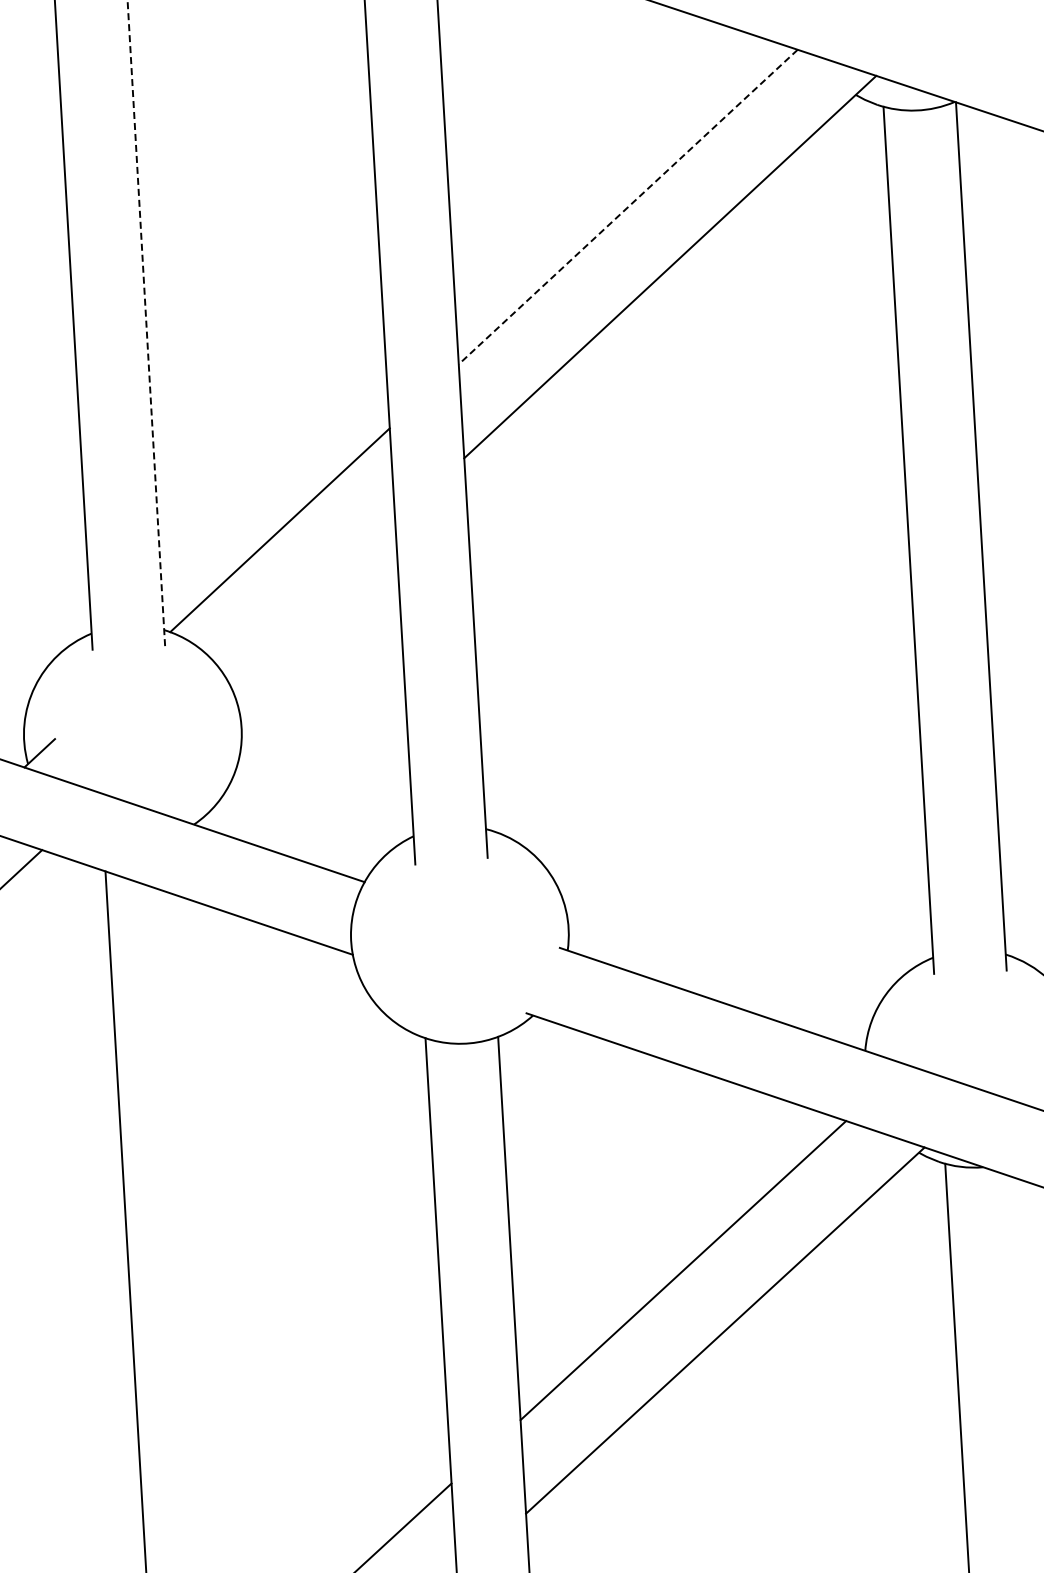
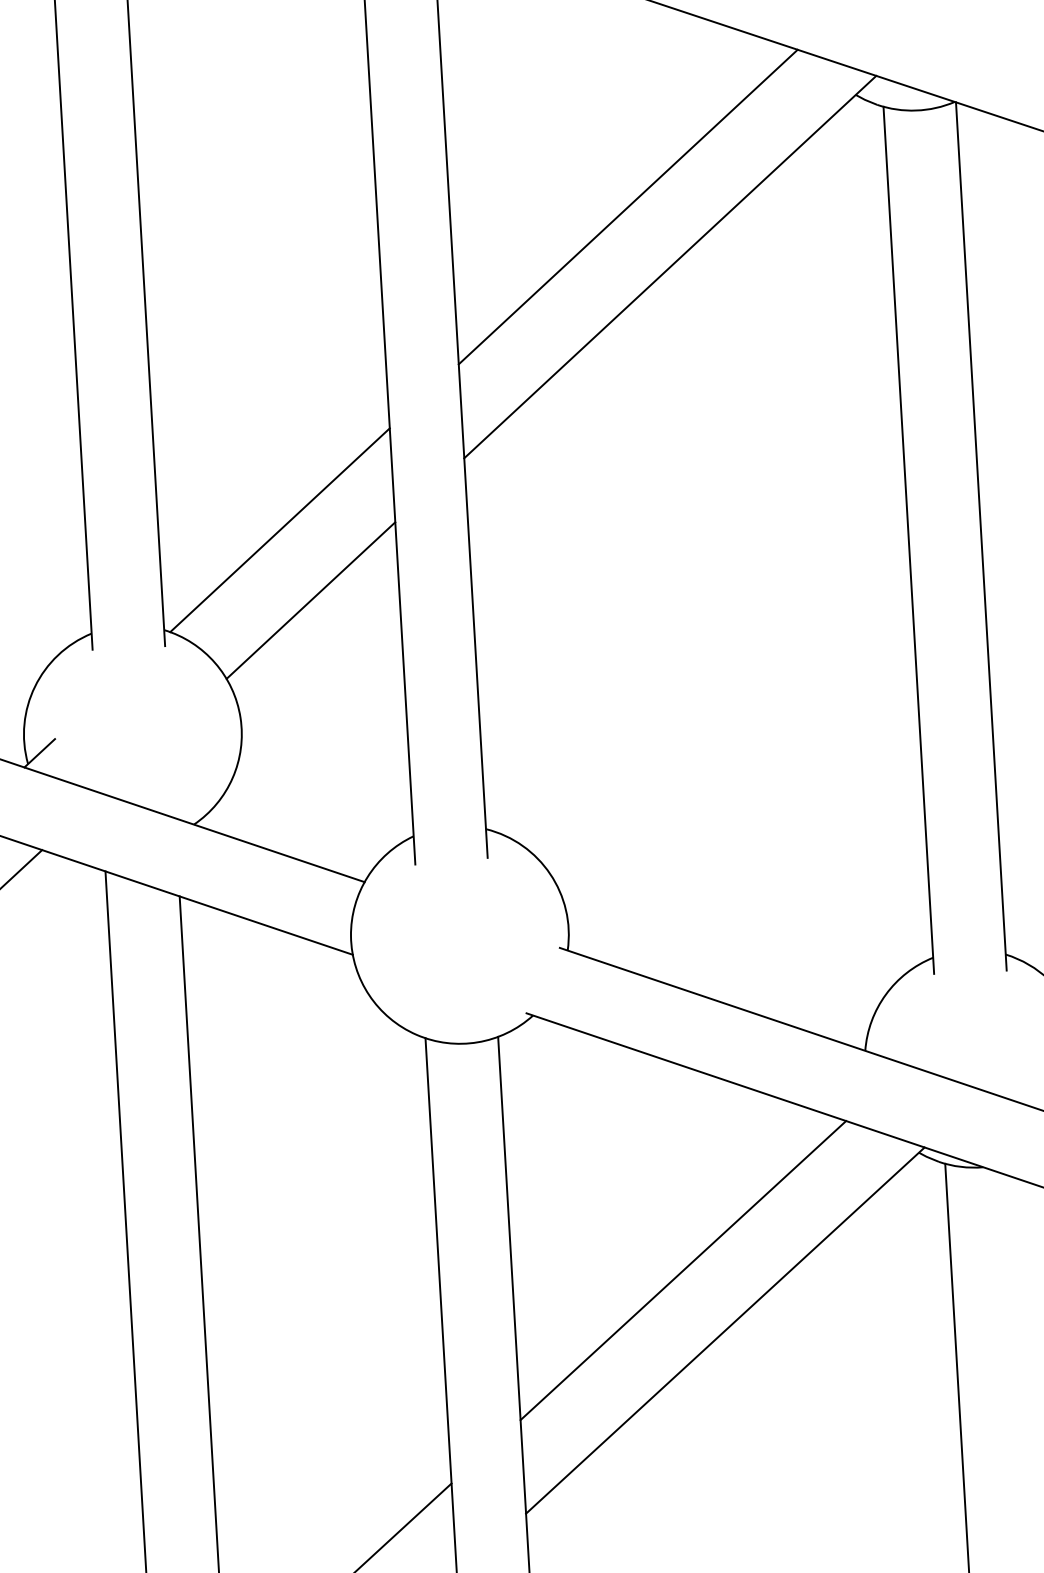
line at (627, 207): dashed -> solid
line at (146, 322): dashed -> solid
line at (310, 600): none -> present
line at (198, 1232): none -> present
